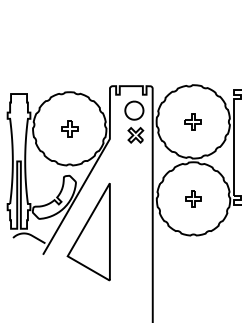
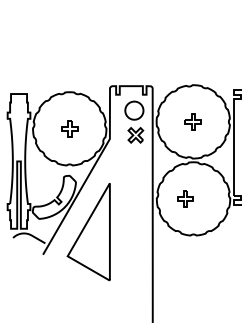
part at (193, 198) position: (193, 198) -> (185, 198)
